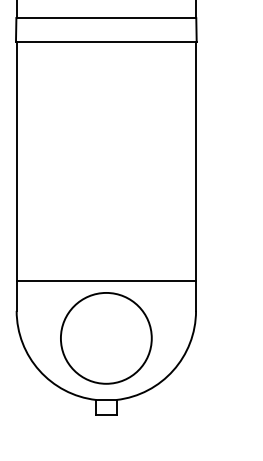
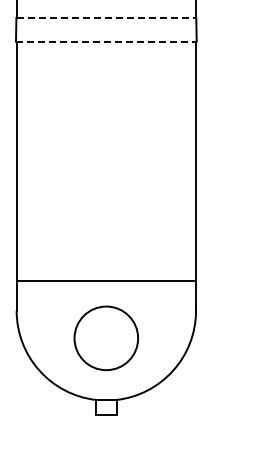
line at (106, 17): solid -> dashed
line at (106, 41): solid -> dashed
circle at (105, 337) diameter: 91 px -> 64 px
